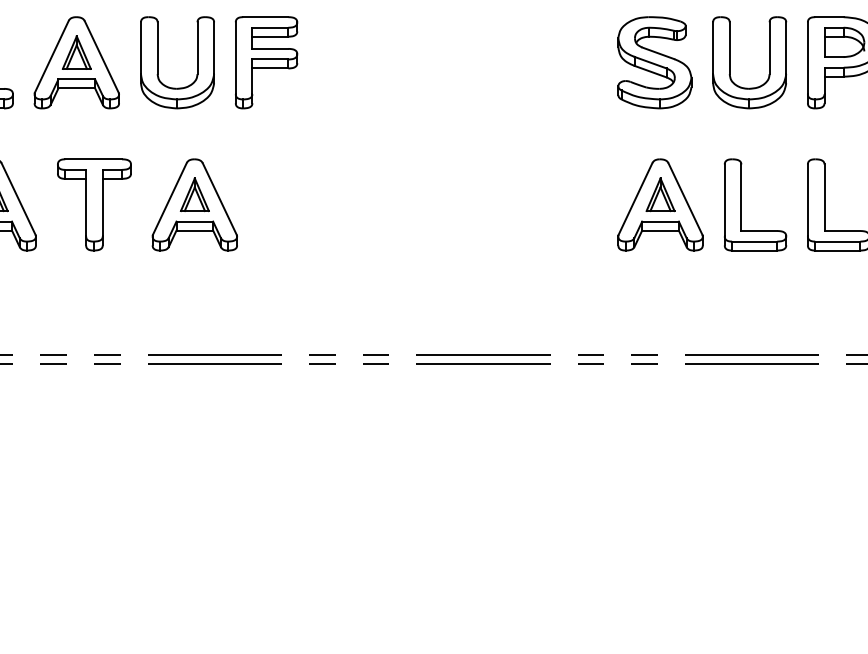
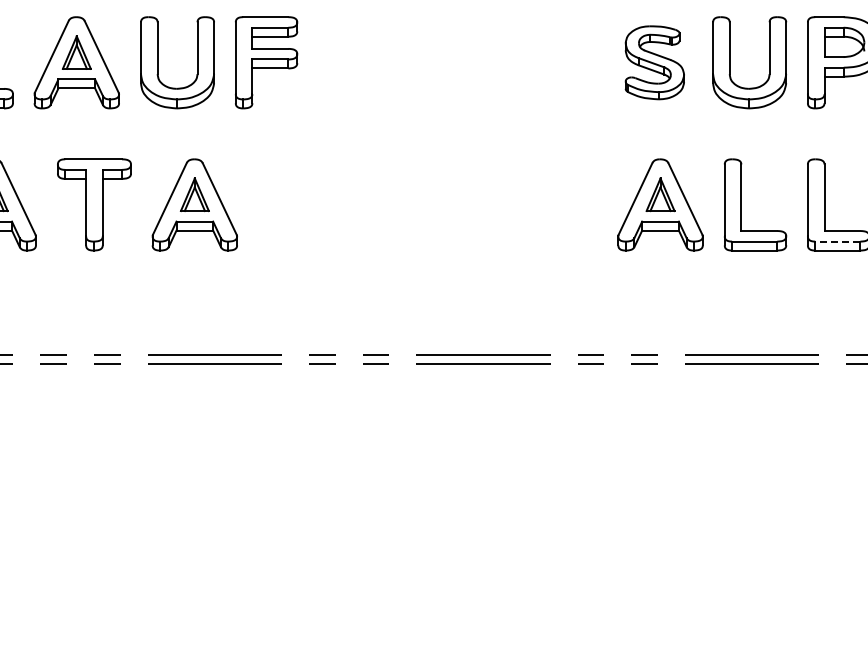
part at (654, 62) size: 76x94 px -> 61x76 px
line at (837, 241): solid -> dashed
